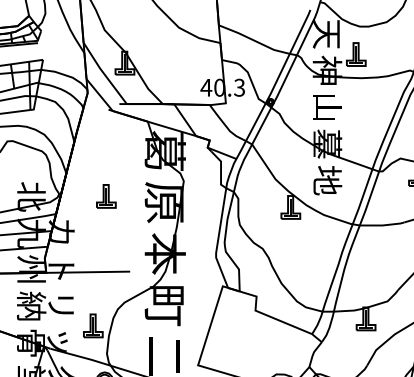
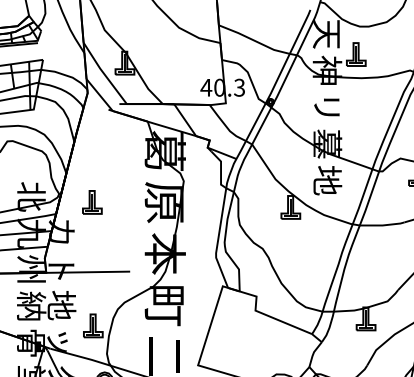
text at (327, 107): 山 -> リ
part at (106, 196) position: (106, 196) -> (92, 202)
text at (61, 305): リ -> 地
